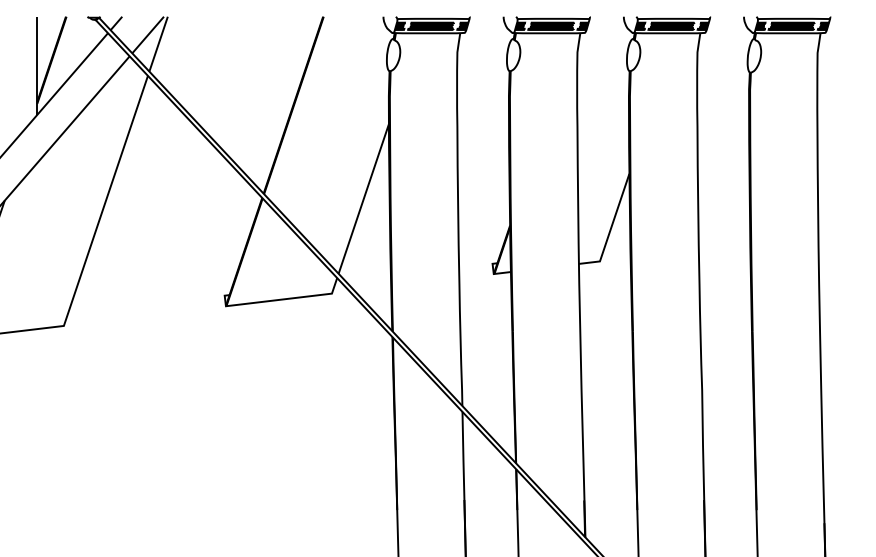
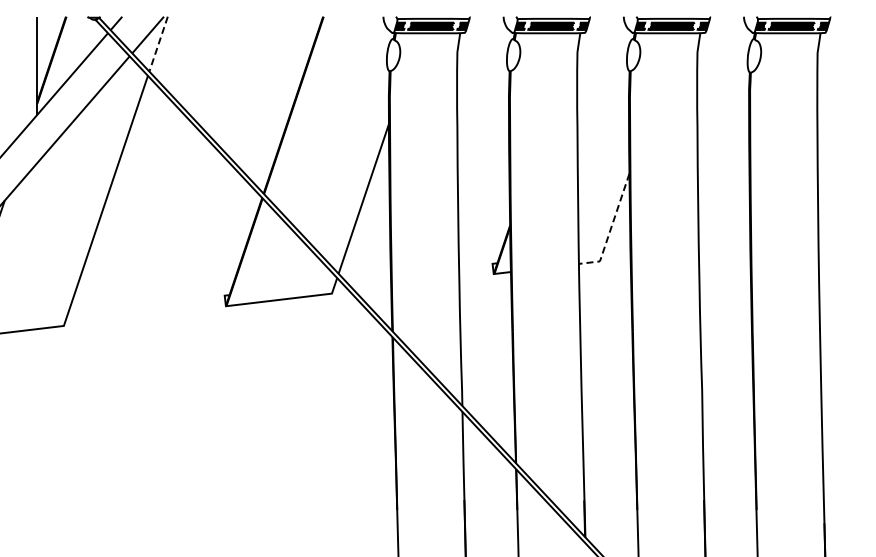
line at (158, 44): solid -> dashed
line at (611, 228): solid -> dashed
